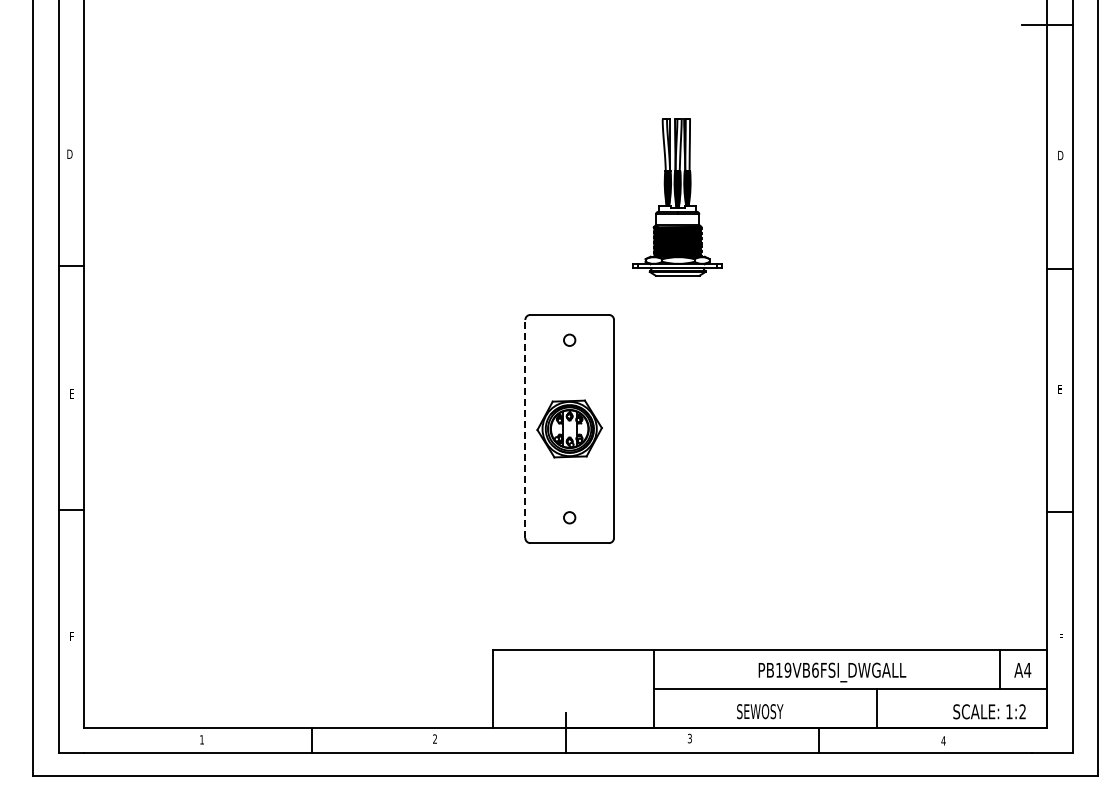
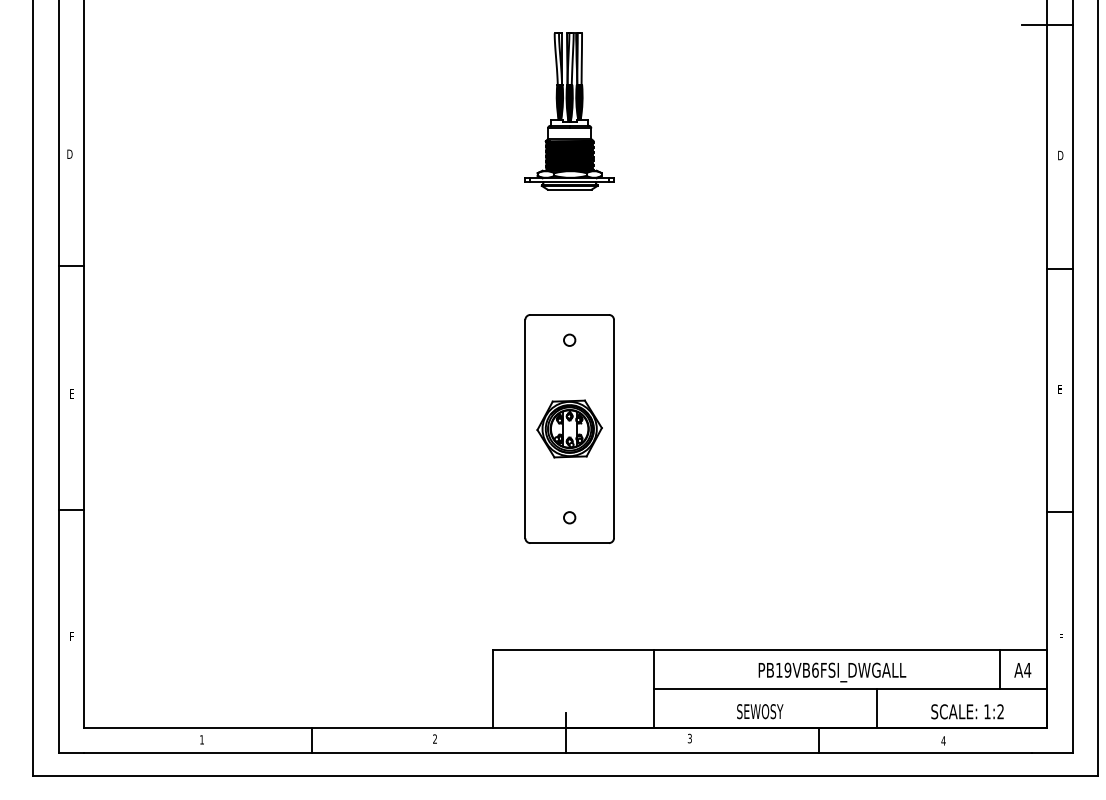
part at (677, 197) position: (677, 197) -> (569, 111)
line at (525, 428): dashed -> solid
text at (989, 711) position: (989, 711) -> (967, 711)
